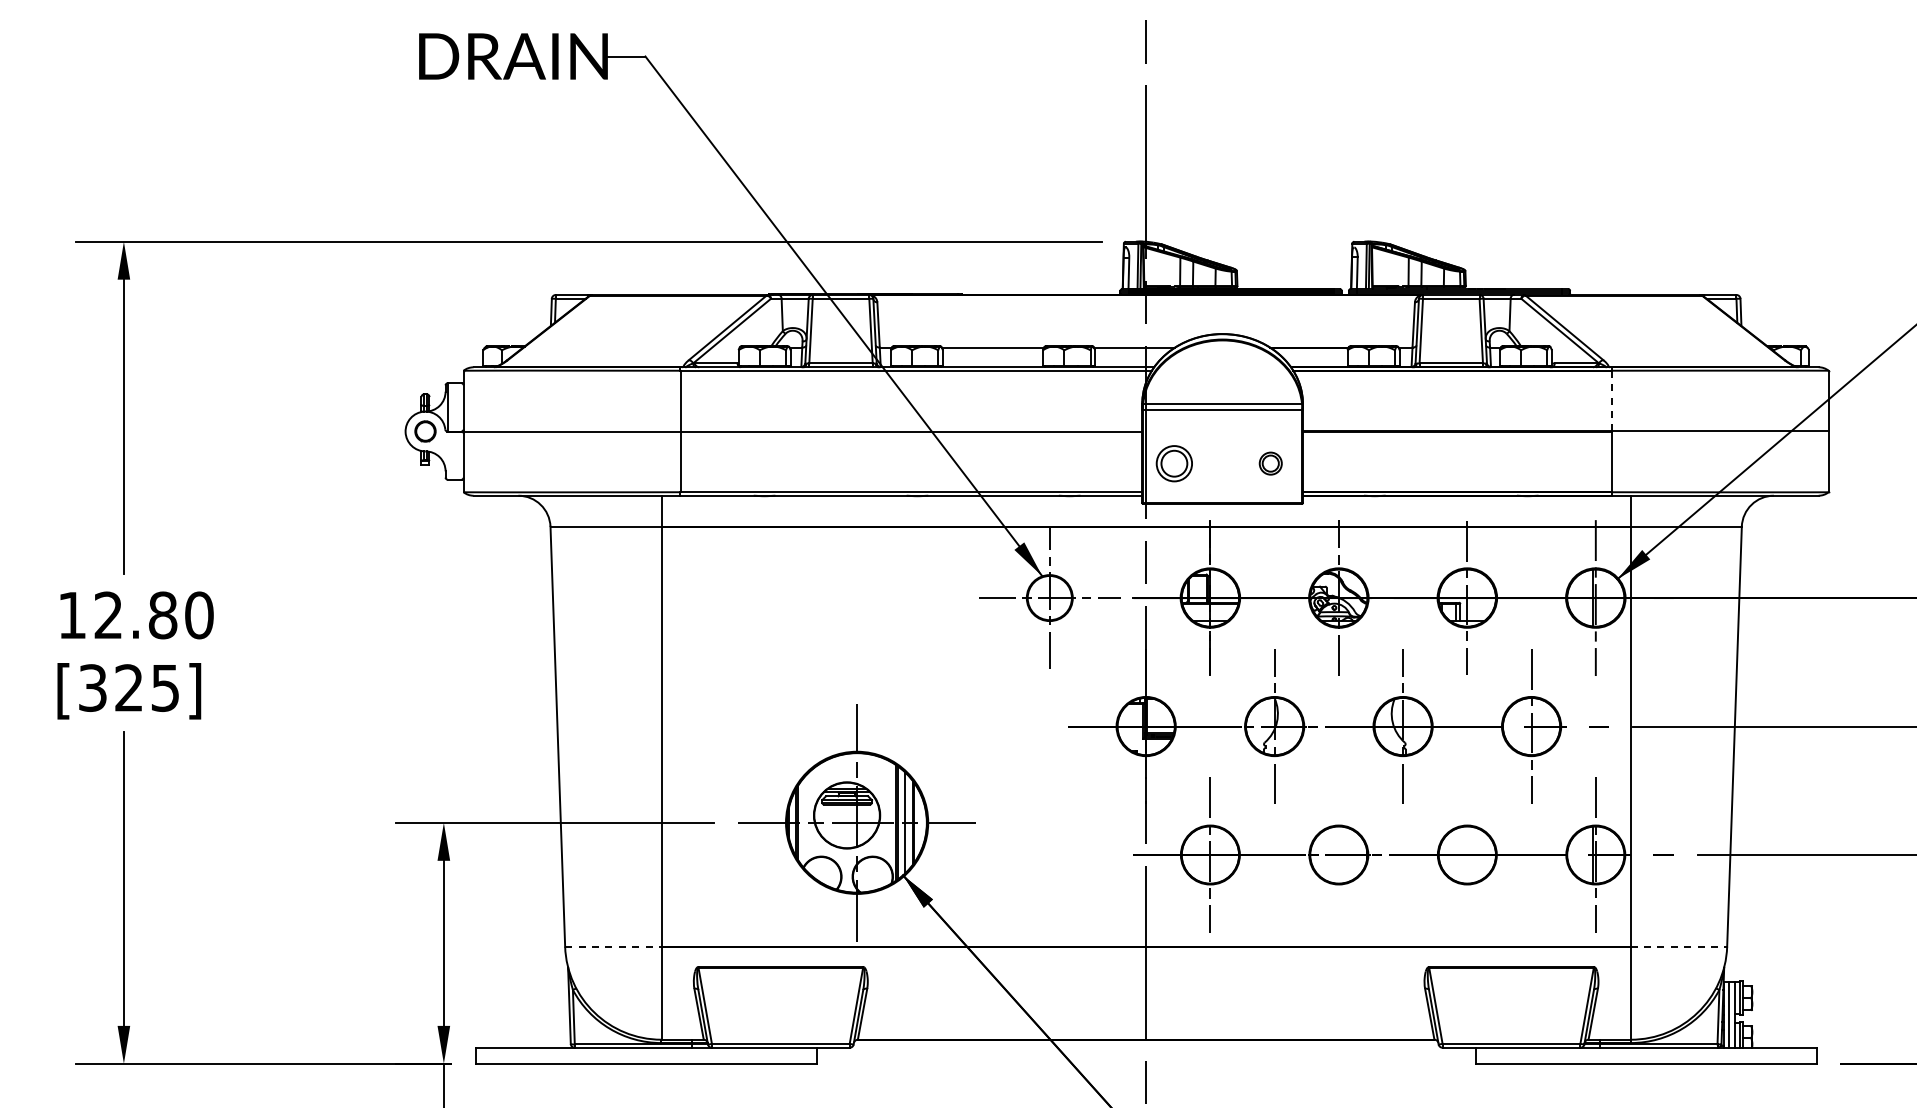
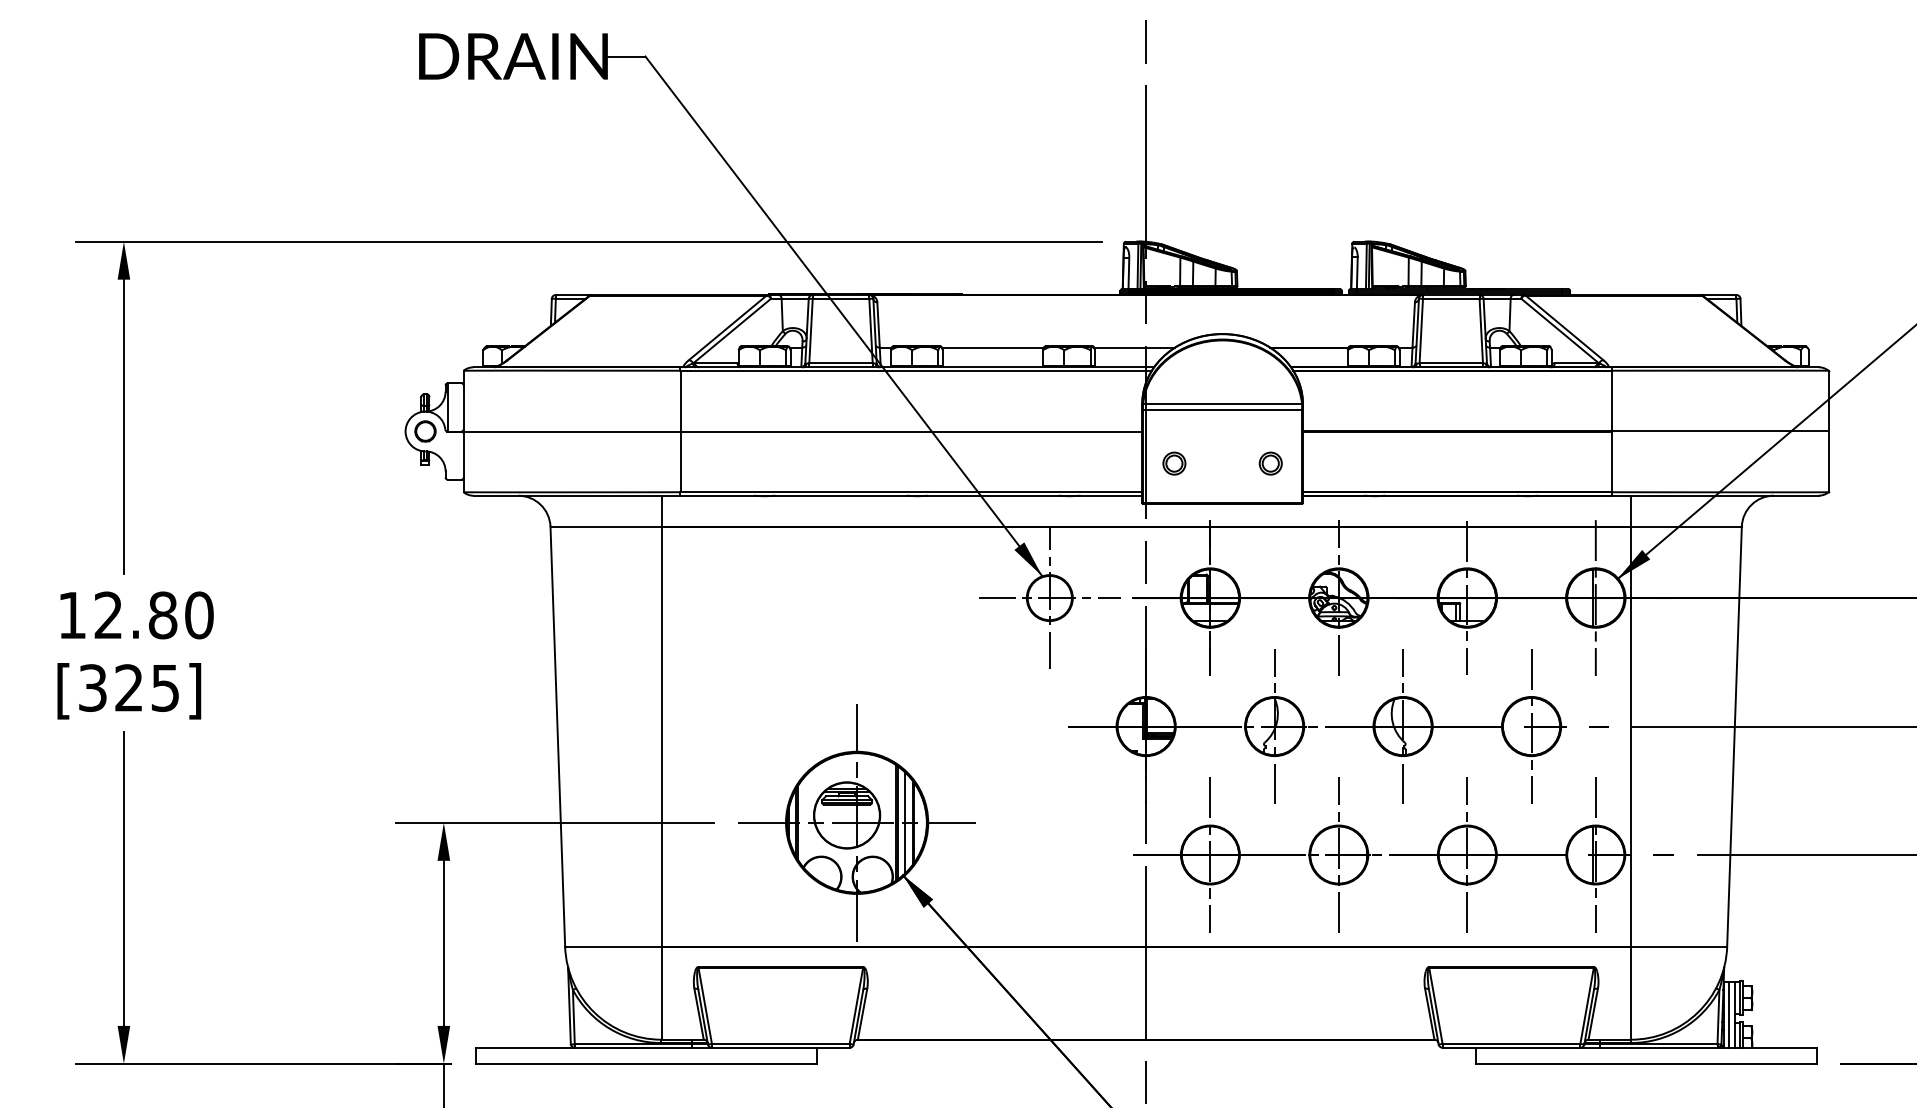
line at (1611, 400): dashed -> solid
part at (1173, 463) size: 38x38 px -> 25x25 px
line at (1338, 854): none -> present
line at (1467, 854): none -> present
line at (613, 946): dashed -> solid
line at (1679, 946): dashed -> solid
